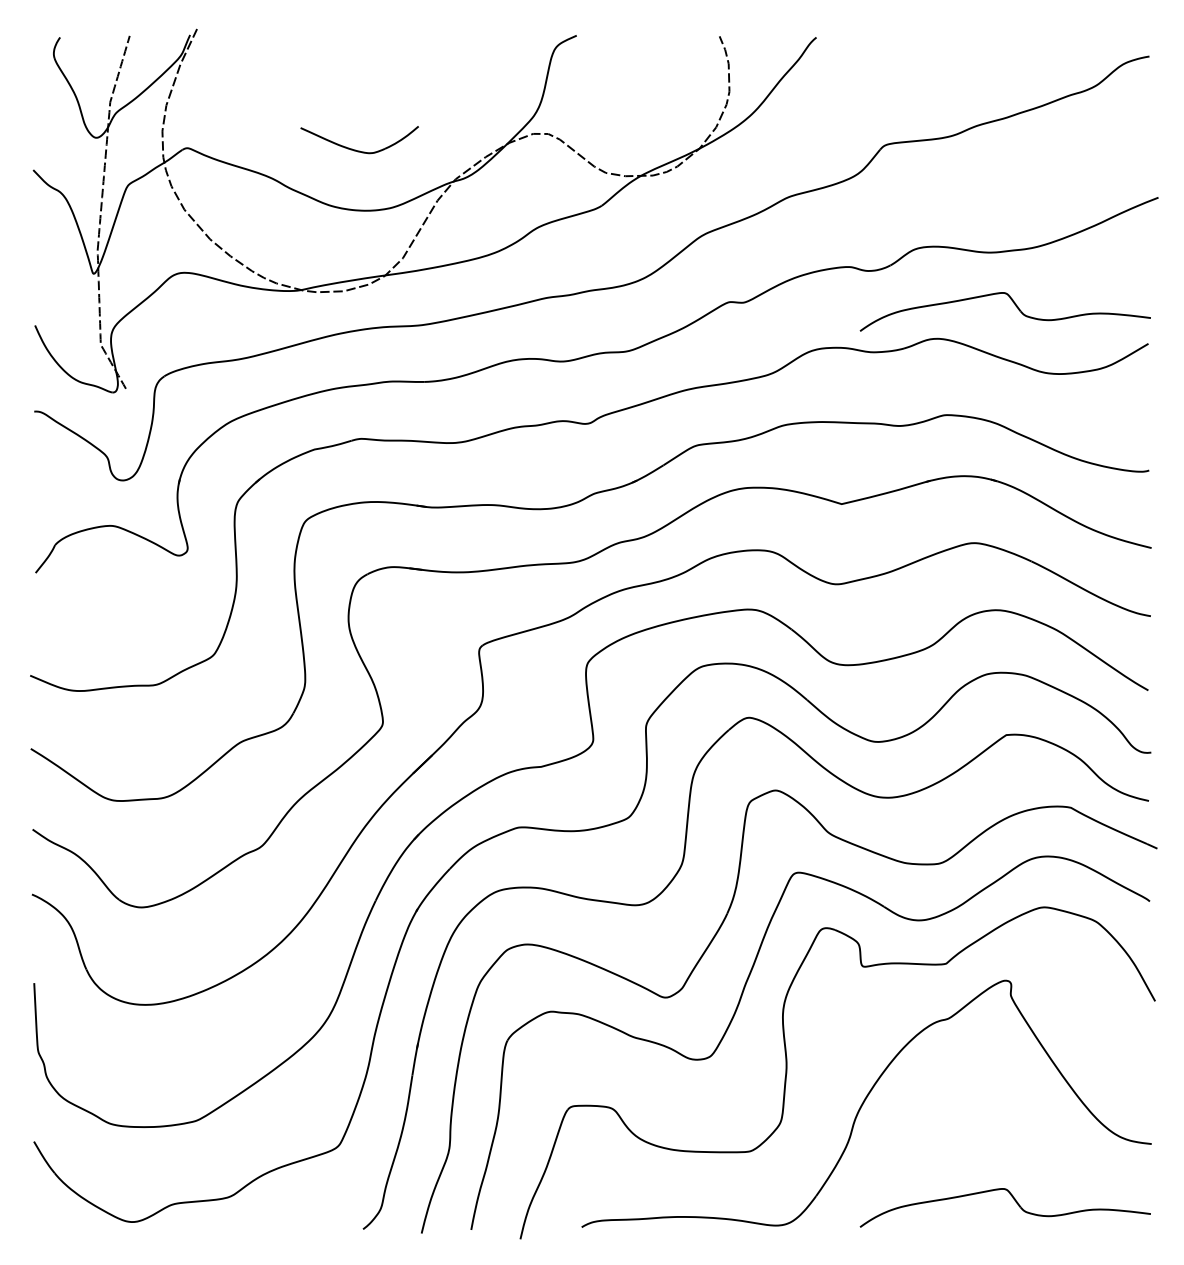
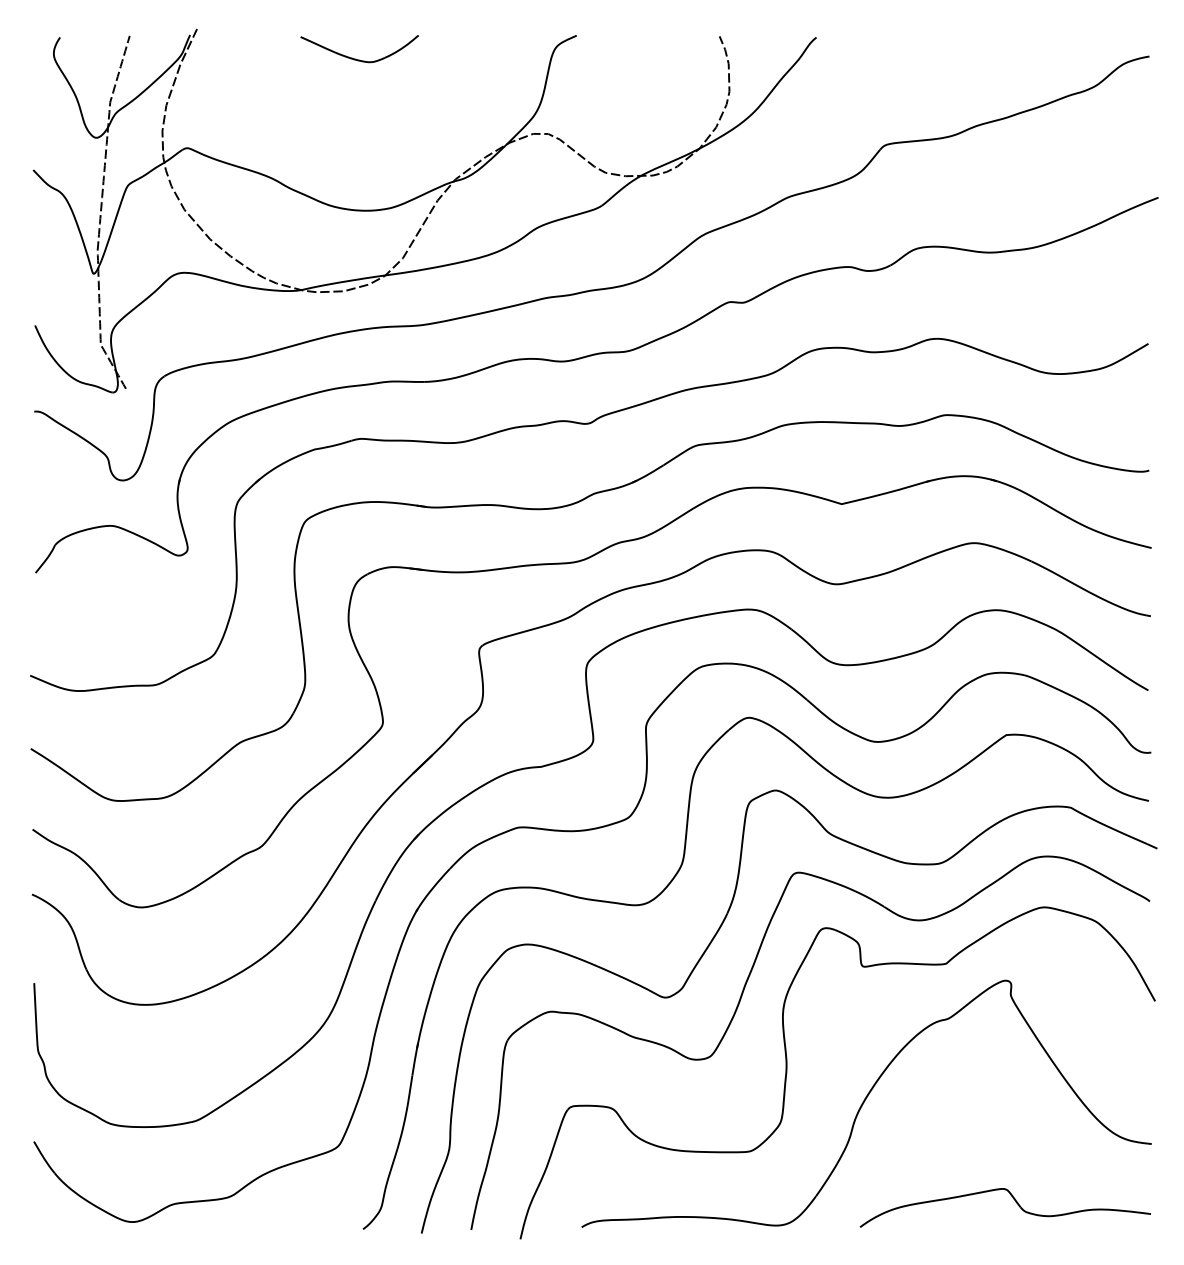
part at (355, 149) position: (355, 149) -> (355, 58)
part at (1012, 302): present -> none
